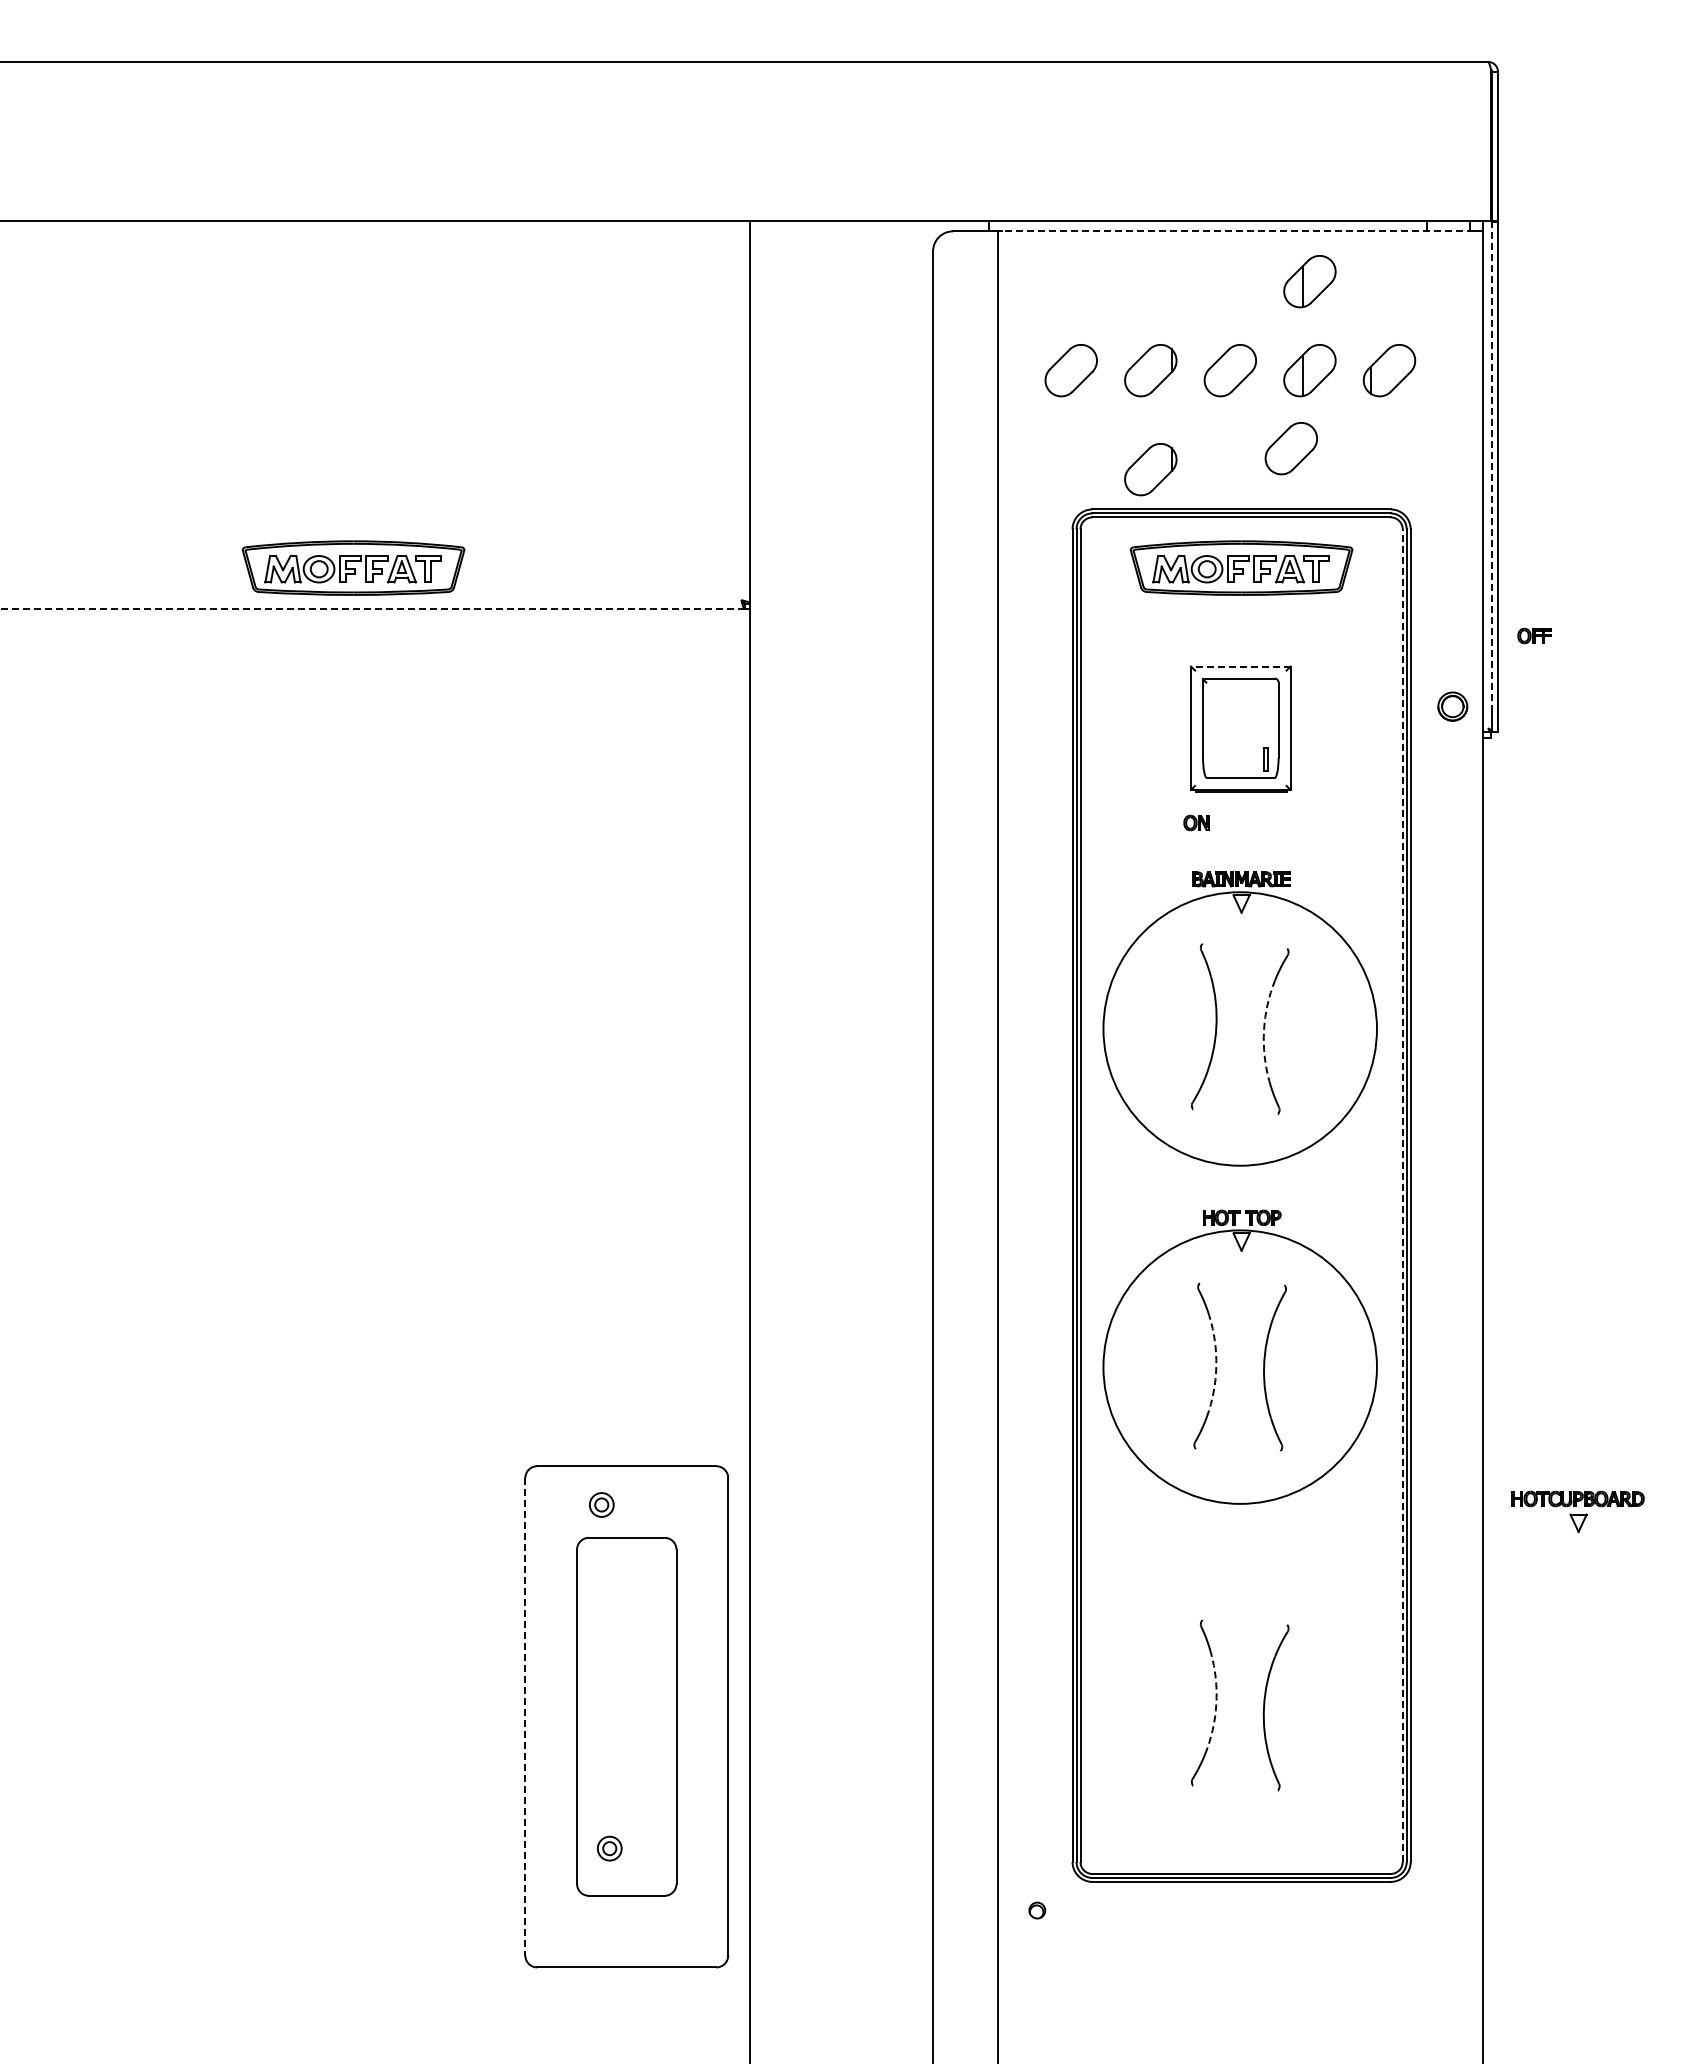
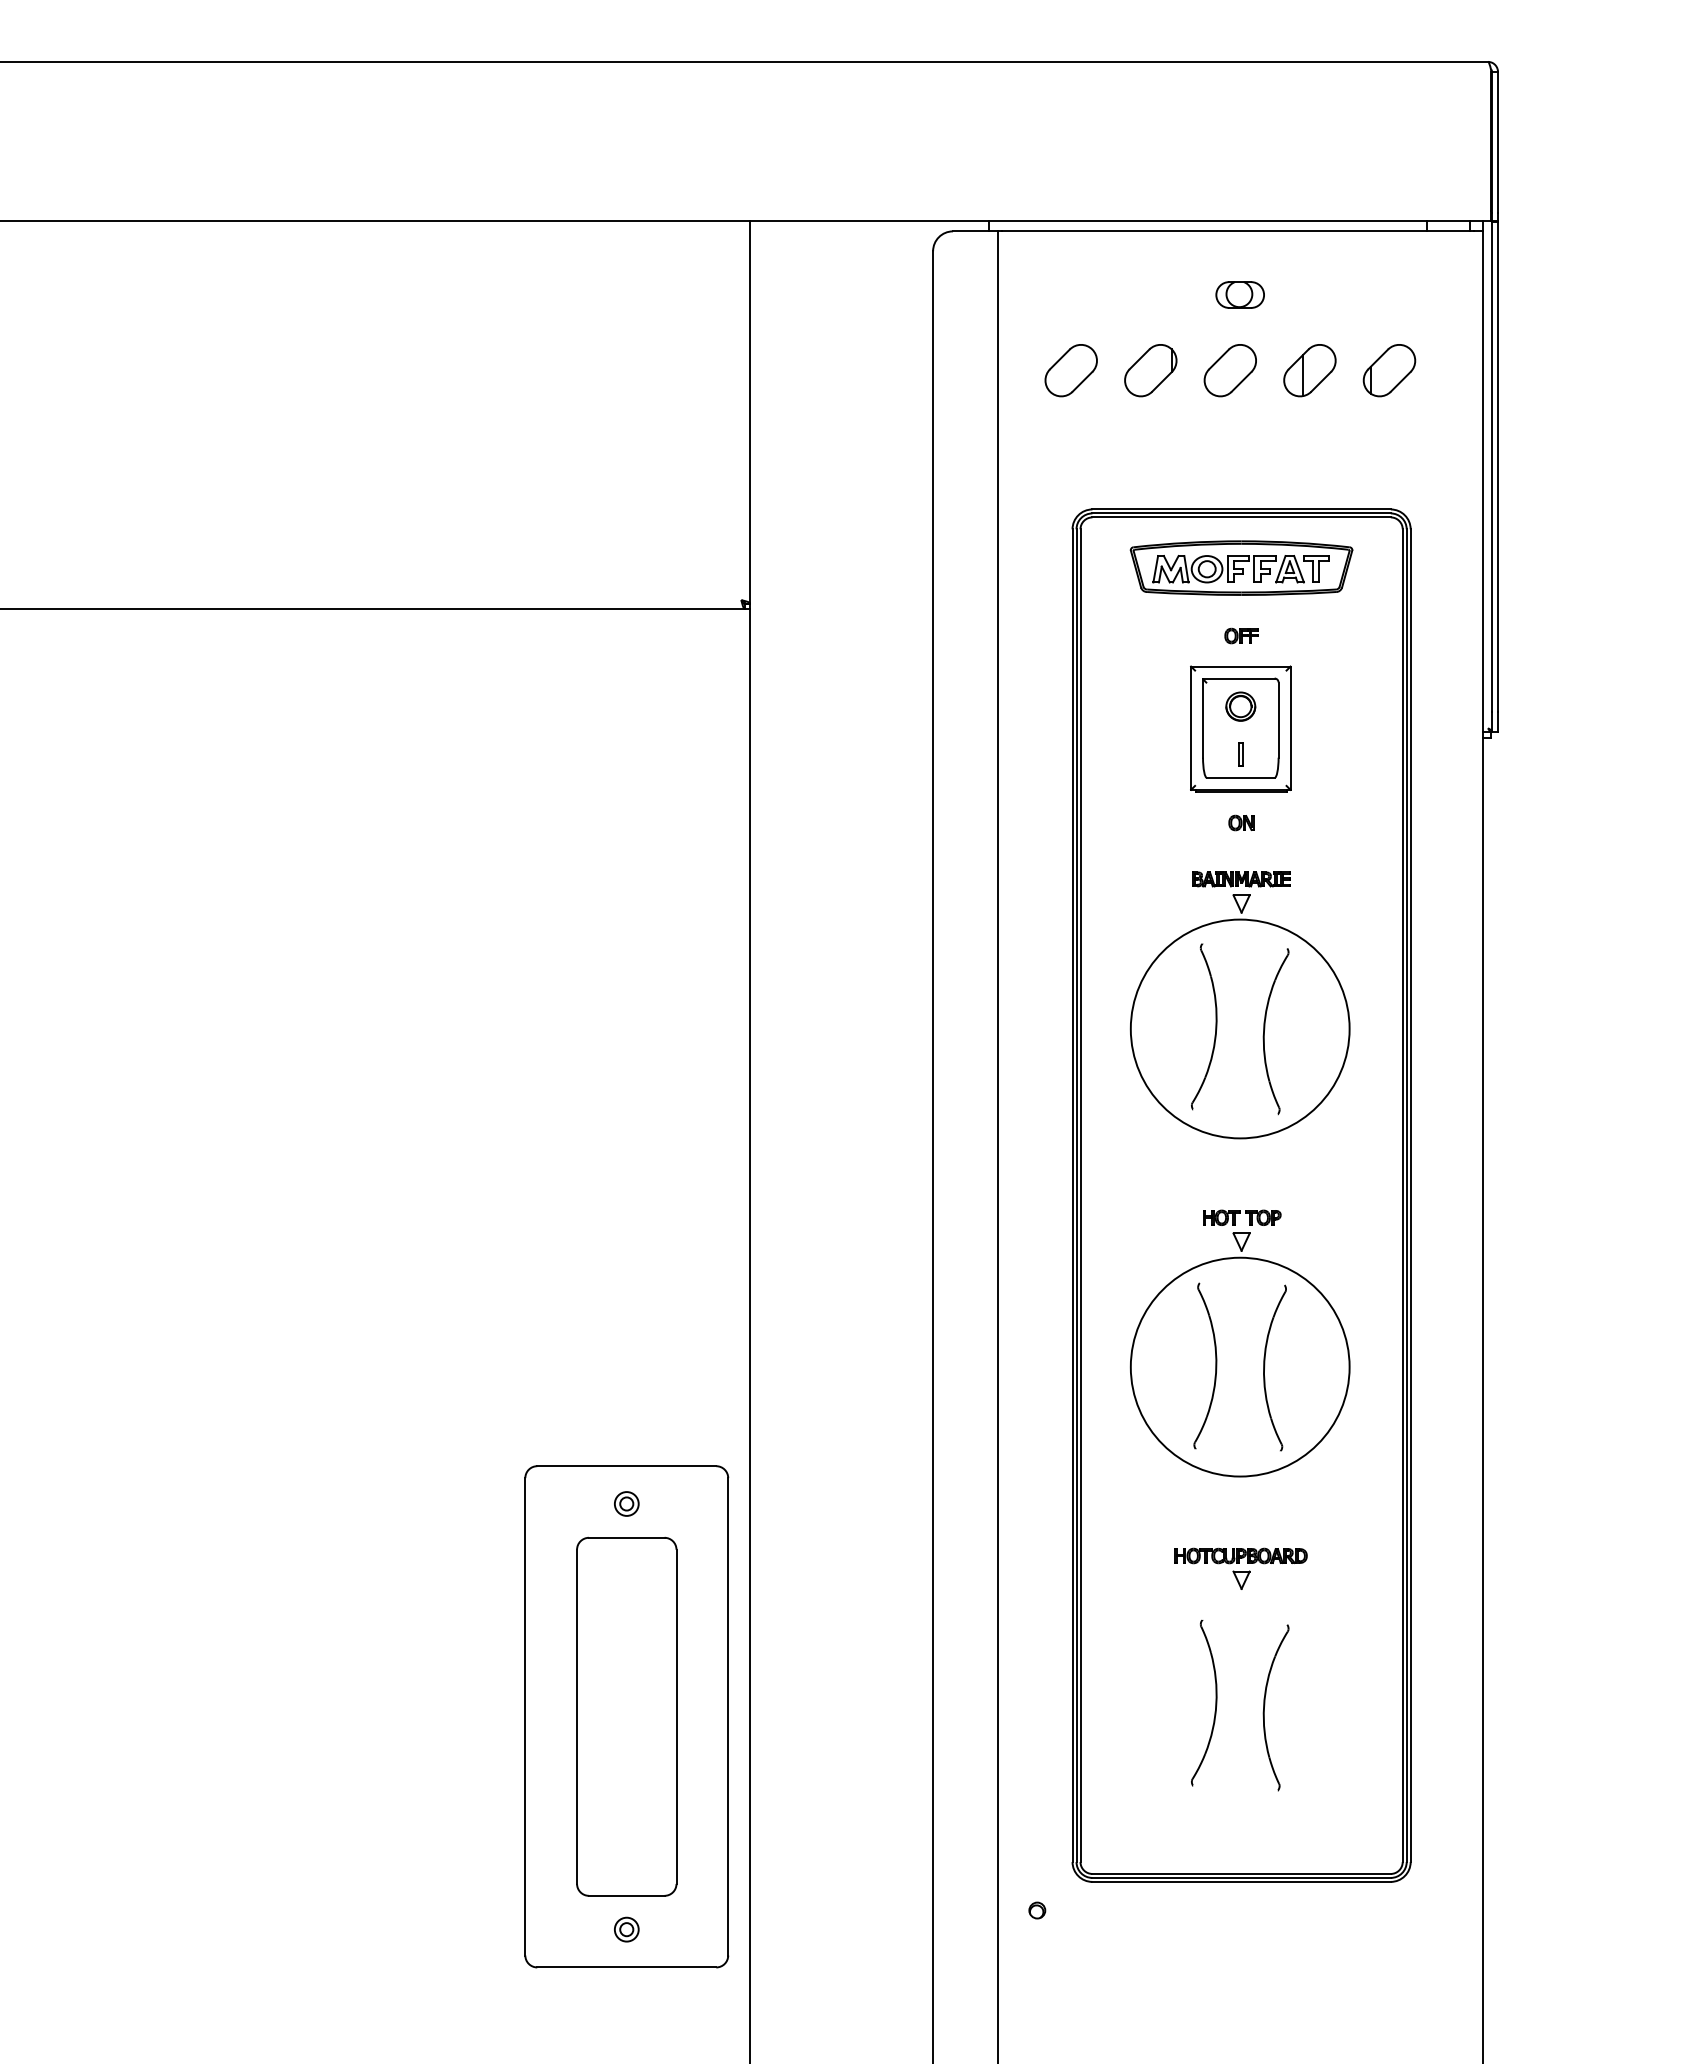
line at (1237, 231): dashed -> solid
part at (1309, 281): present -> none
part at (1239, 294): none -> present
part at (1290, 448): present -> none
line at (1492, 466): dashed -> solid
part at (1150, 469): present -> none
part at (353, 567): present -> none
line at (372, 608): dashed -> solid
part at (1534, 635) position: (1534, 635) -> (1241, 635)
line at (1240, 666): dashed -> solid
part at (1452, 706) position: (1452, 706) -> (1240, 706)
part at (1265, 759) position: (1265, 759) -> (1240, 754)
part at (1196, 822) position: (1196, 822) -> (1241, 822)
circle at (1239, 1028) diameter: 273 px -> 219 px
arc at (1264, 1030): dashed -> solid
line at (1402, 1195): dashed -> solid
arc at (1216, 1366): dashed -> solid
circle at (1239, 1366) diameter: 273 px -> 219 px
part at (601, 1504) position: (601, 1504) -> (626, 1503)
part at (1577, 1511) position: (1577, 1511) -> (1240, 1568)
arc at (1216, 1703): dashed -> solid
line at (525, 1716): dashed -> solid
part at (609, 1848) position: (609, 1848) -> (626, 1929)
